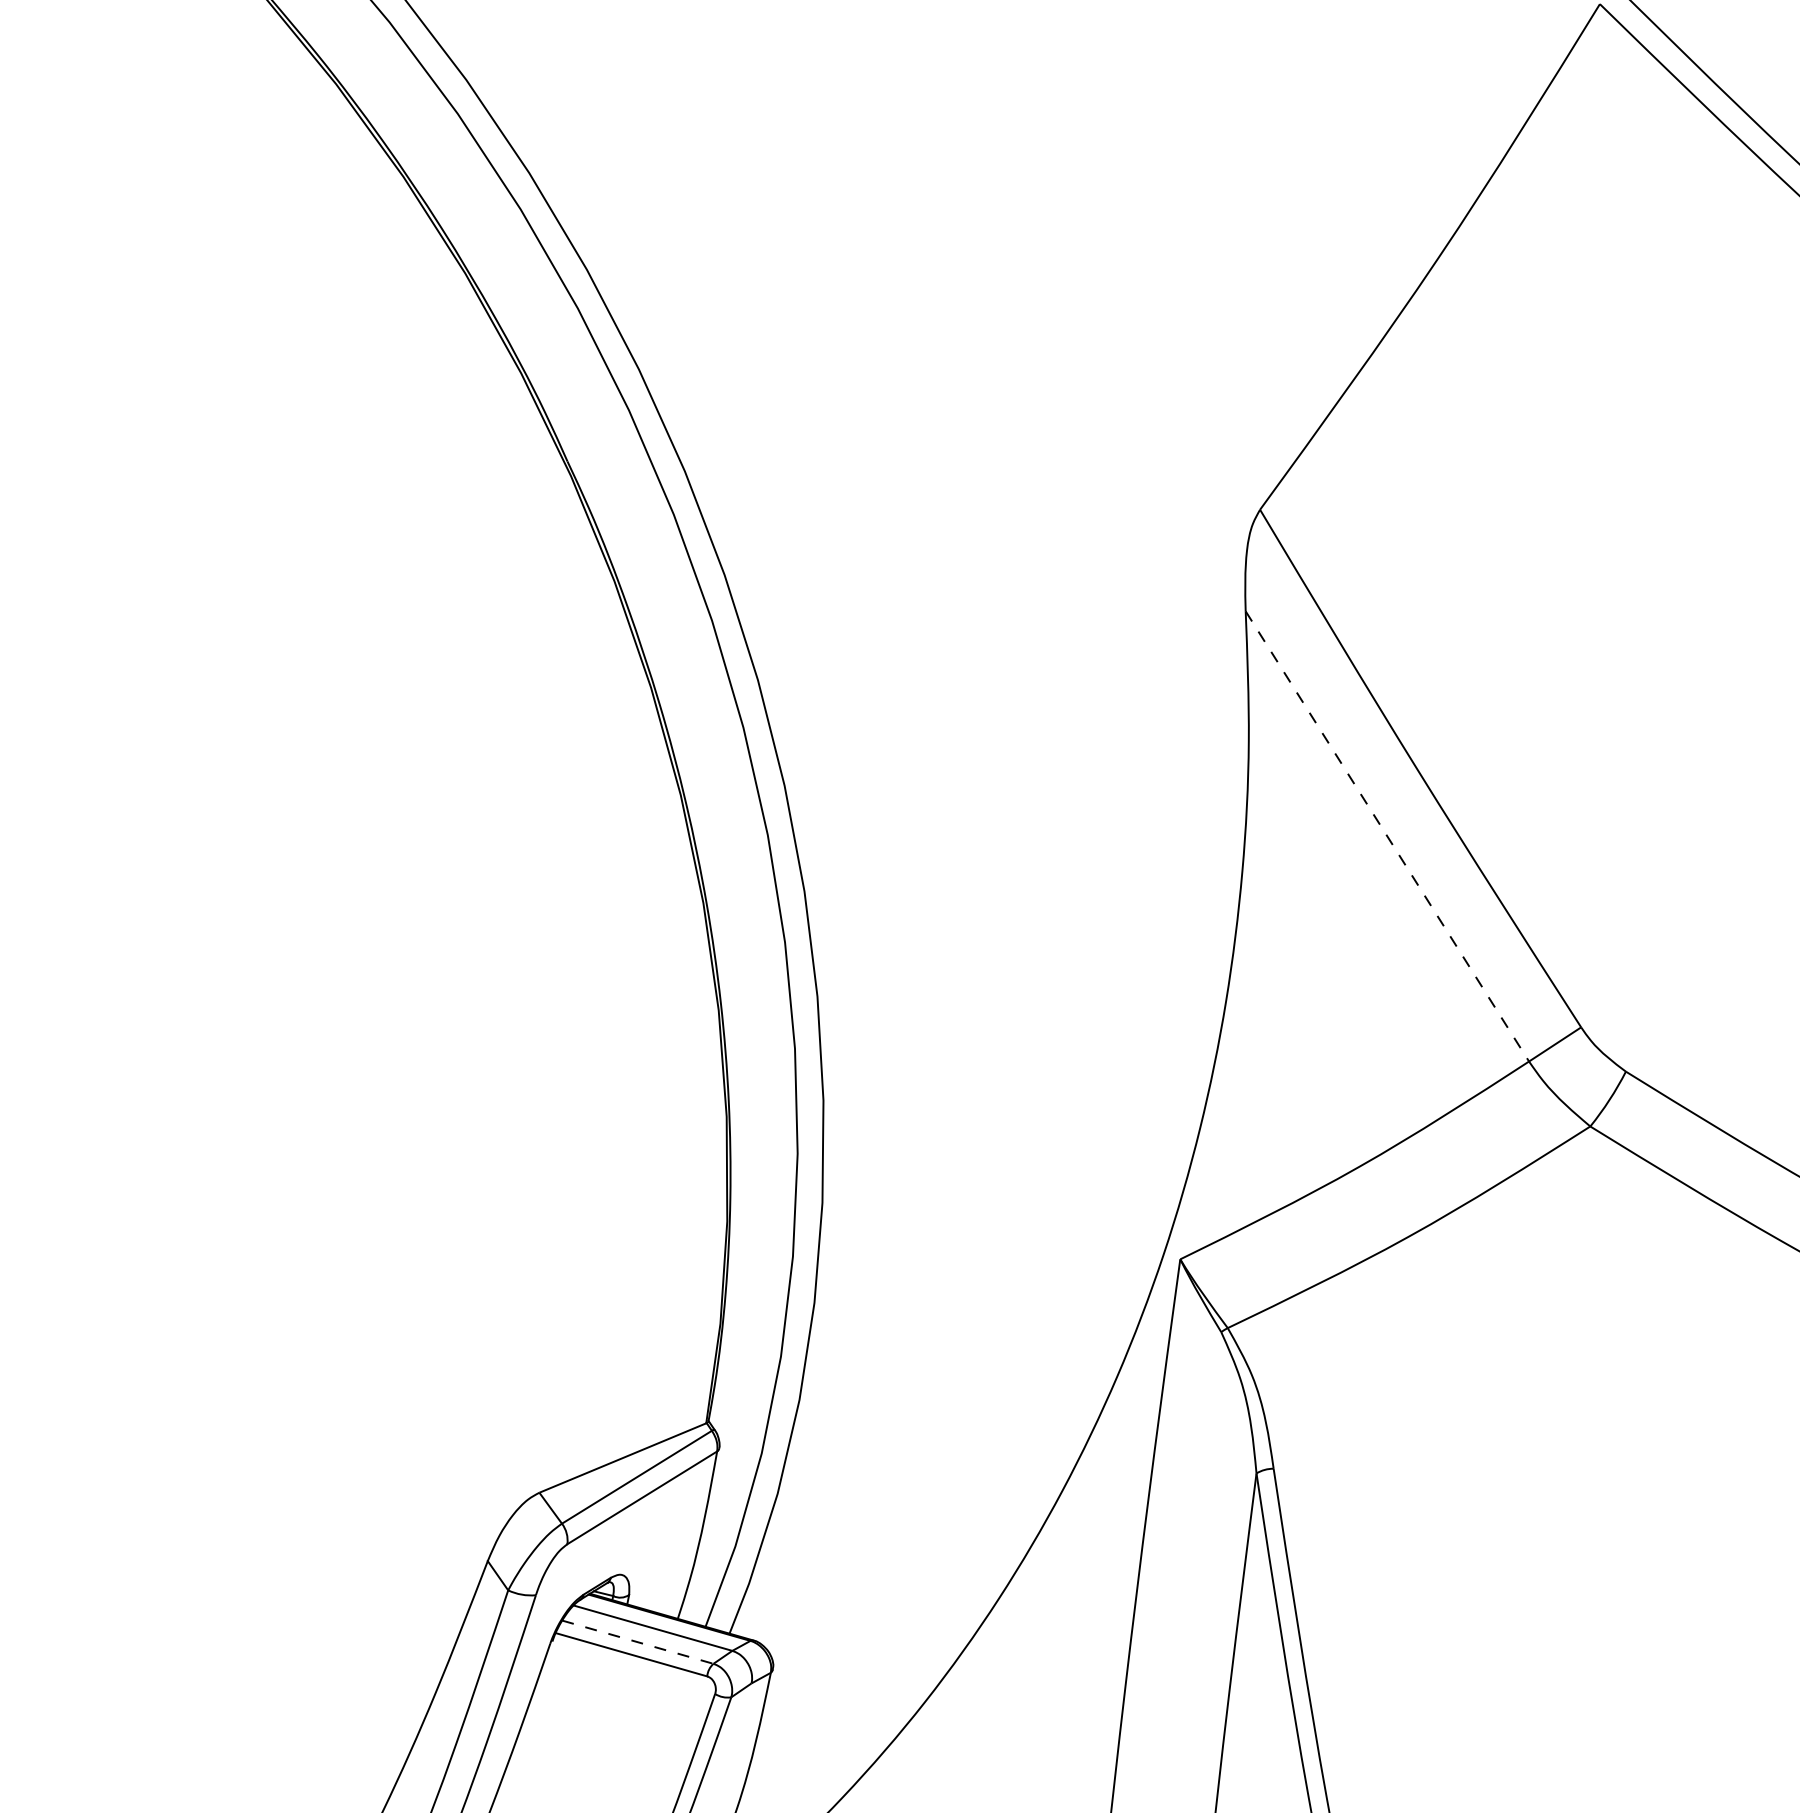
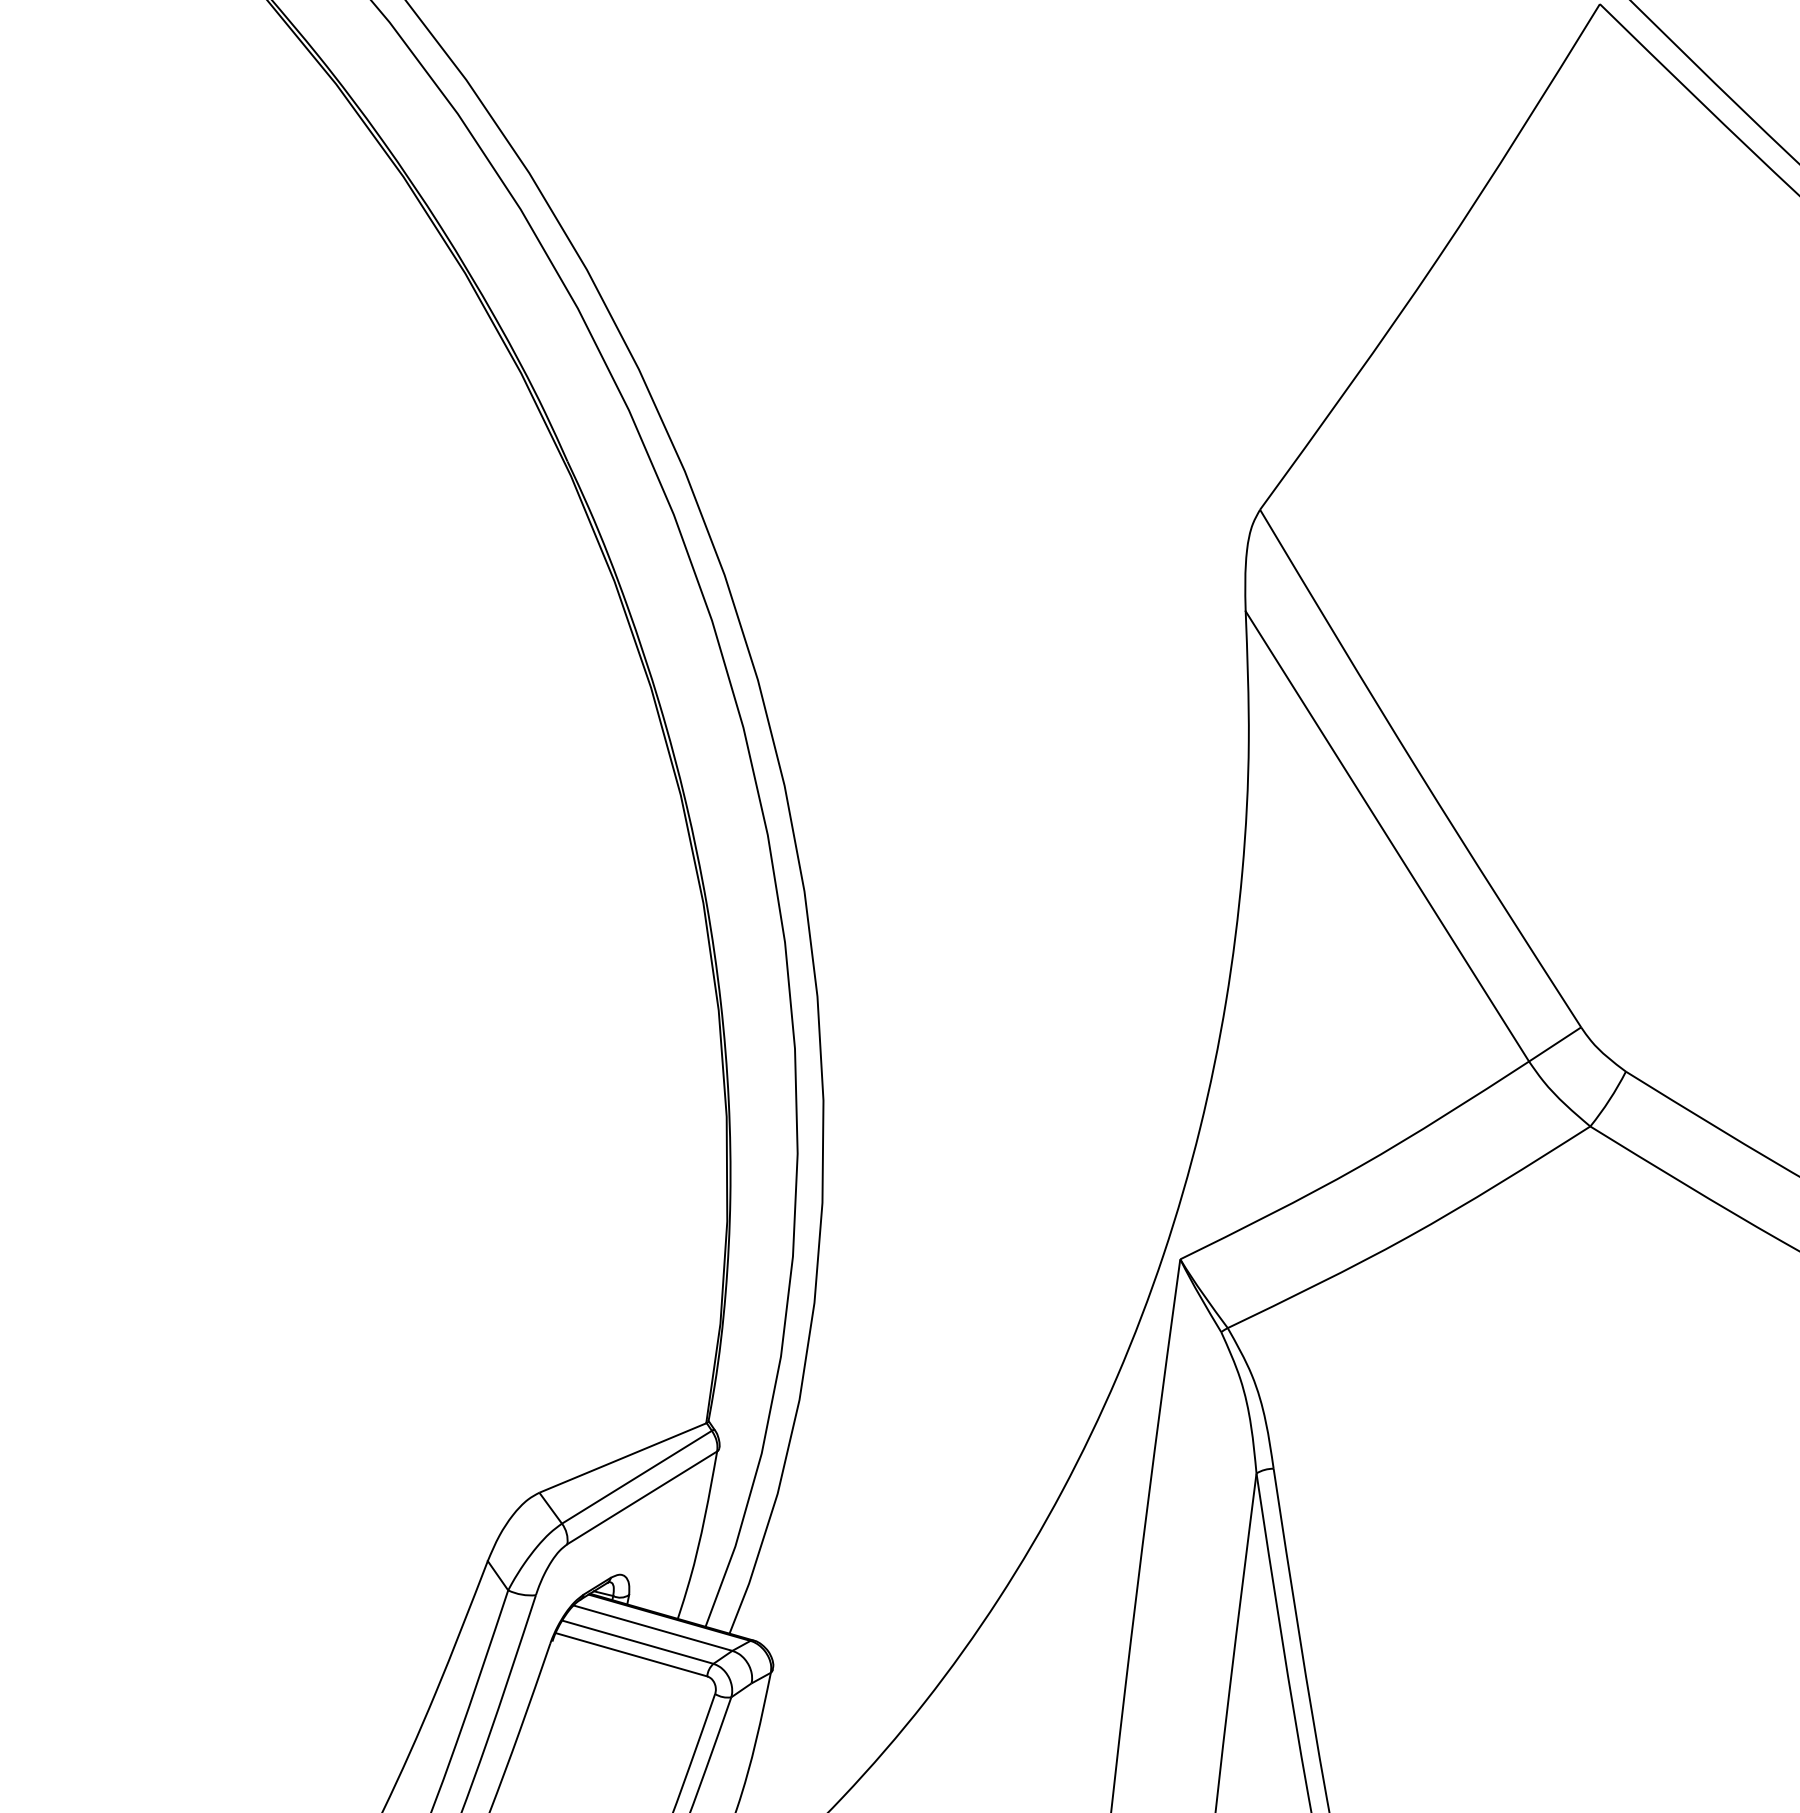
line at (1387, 836): dashed -> solid
line at (637, 1642): dashed -> solid
